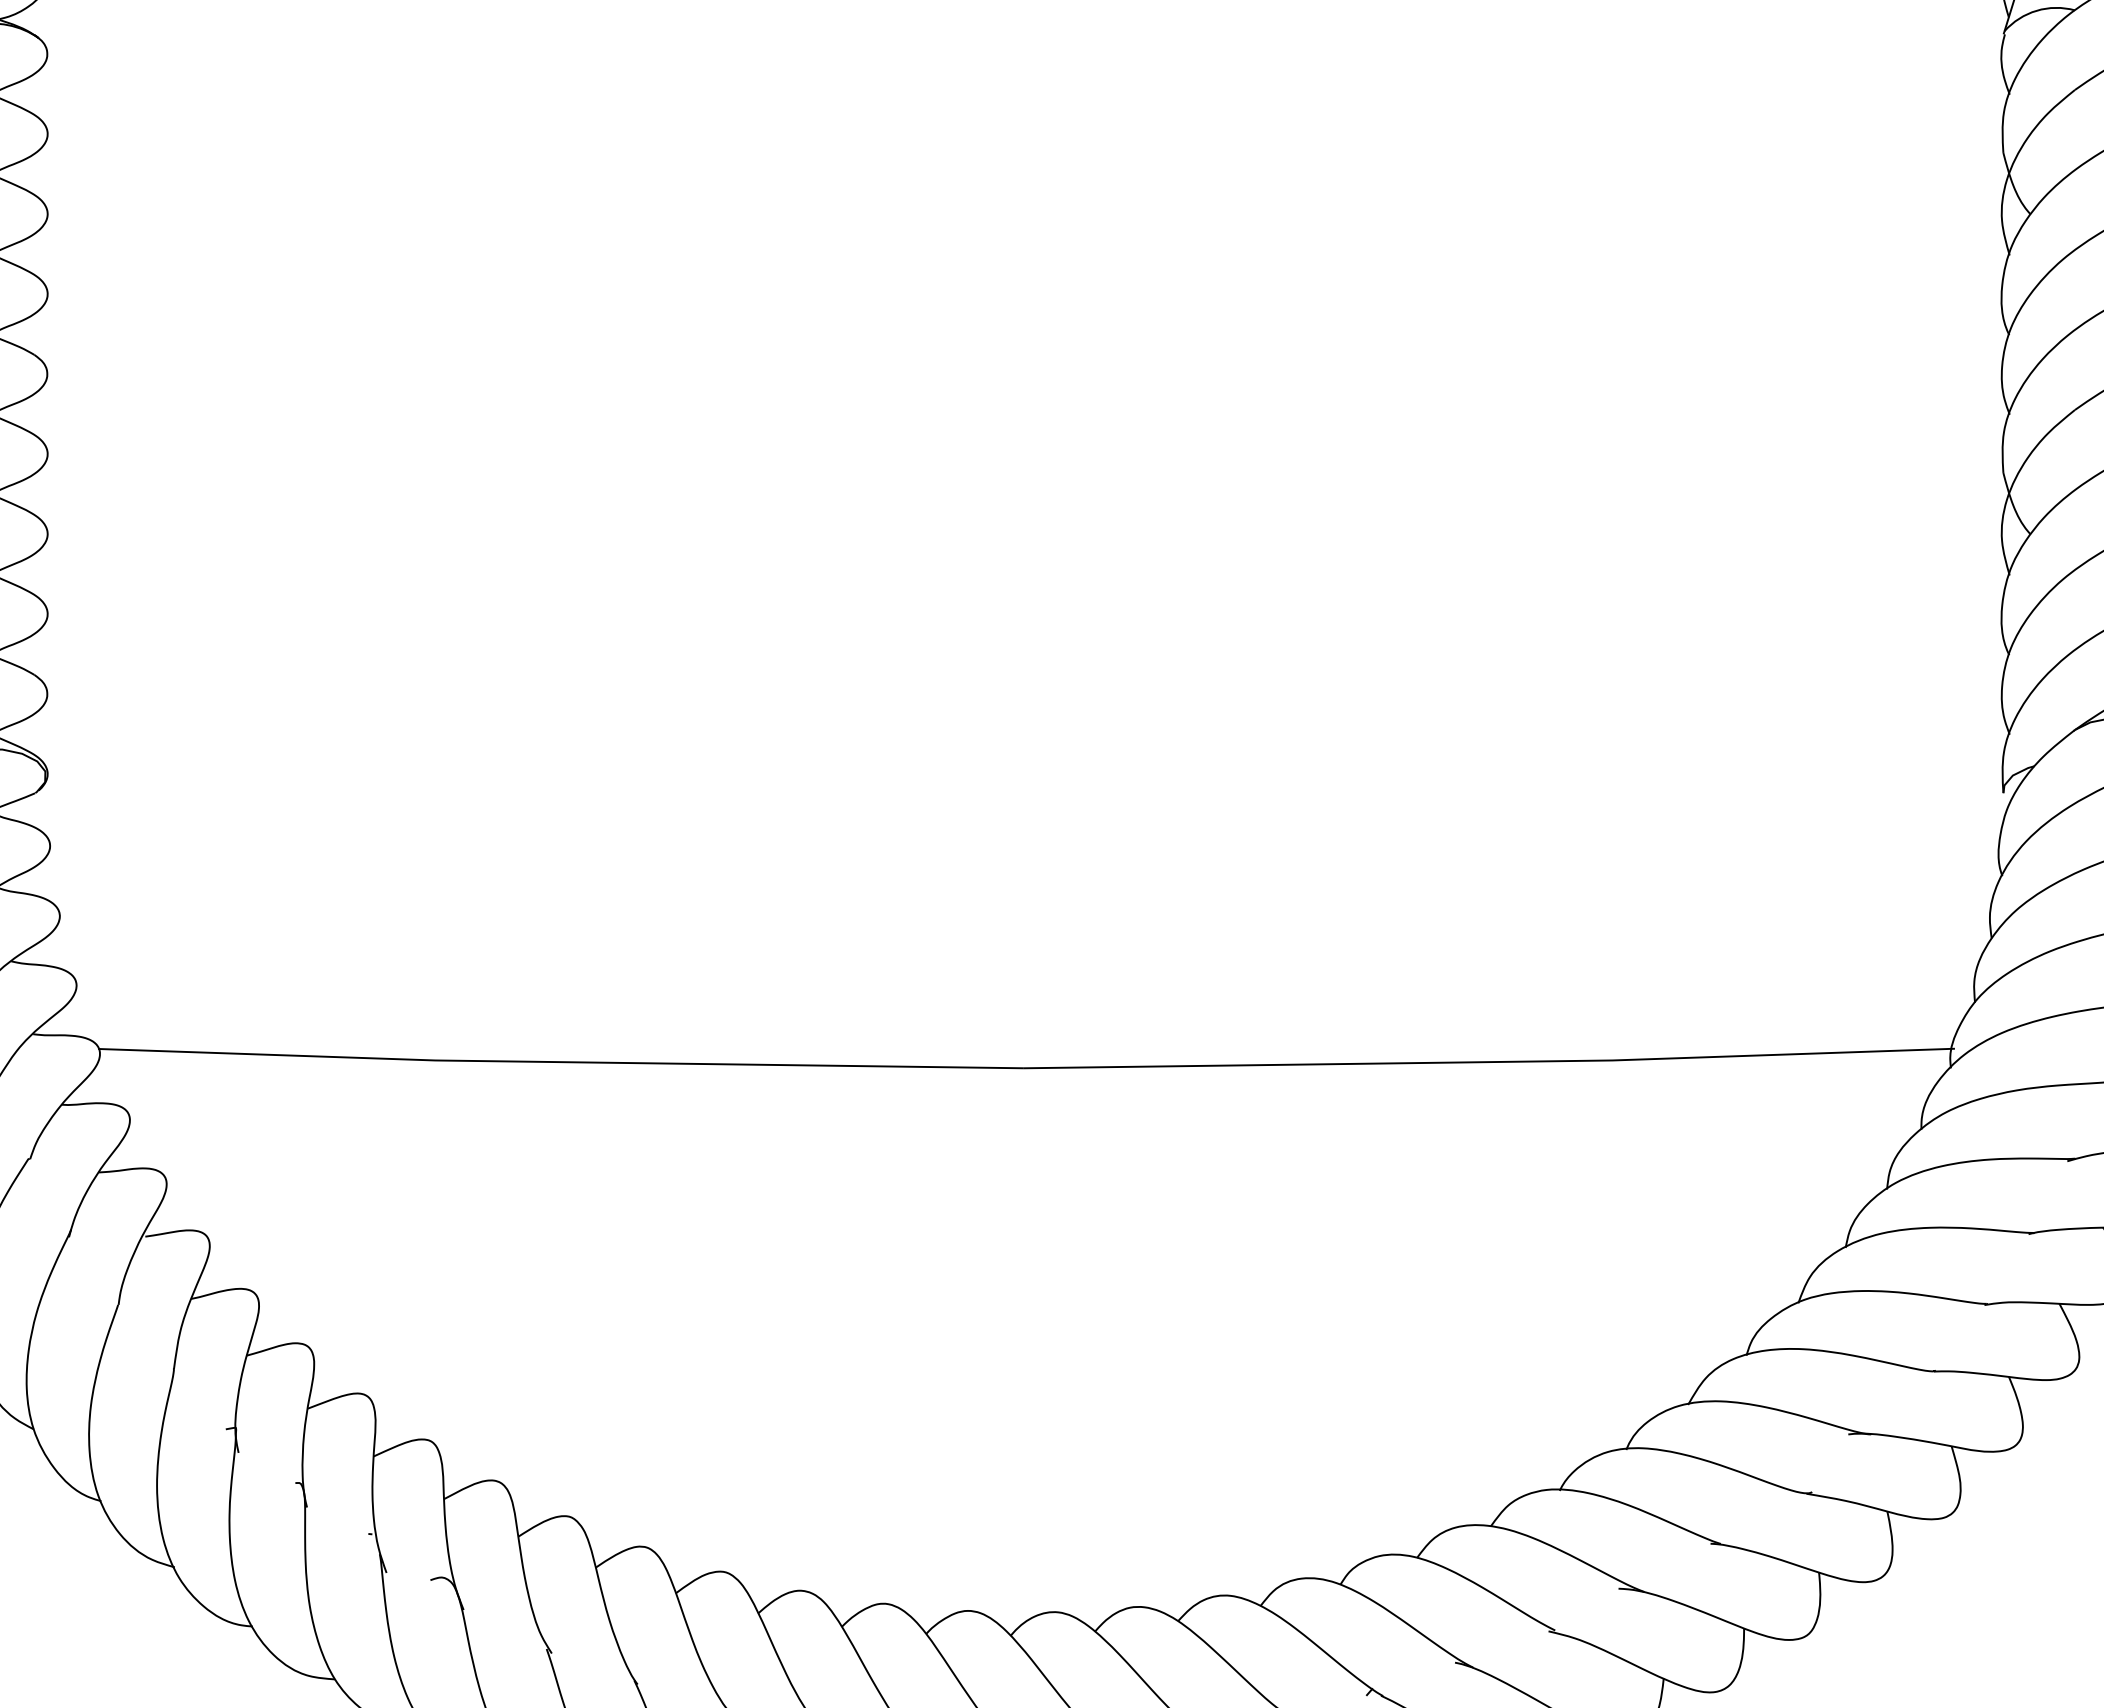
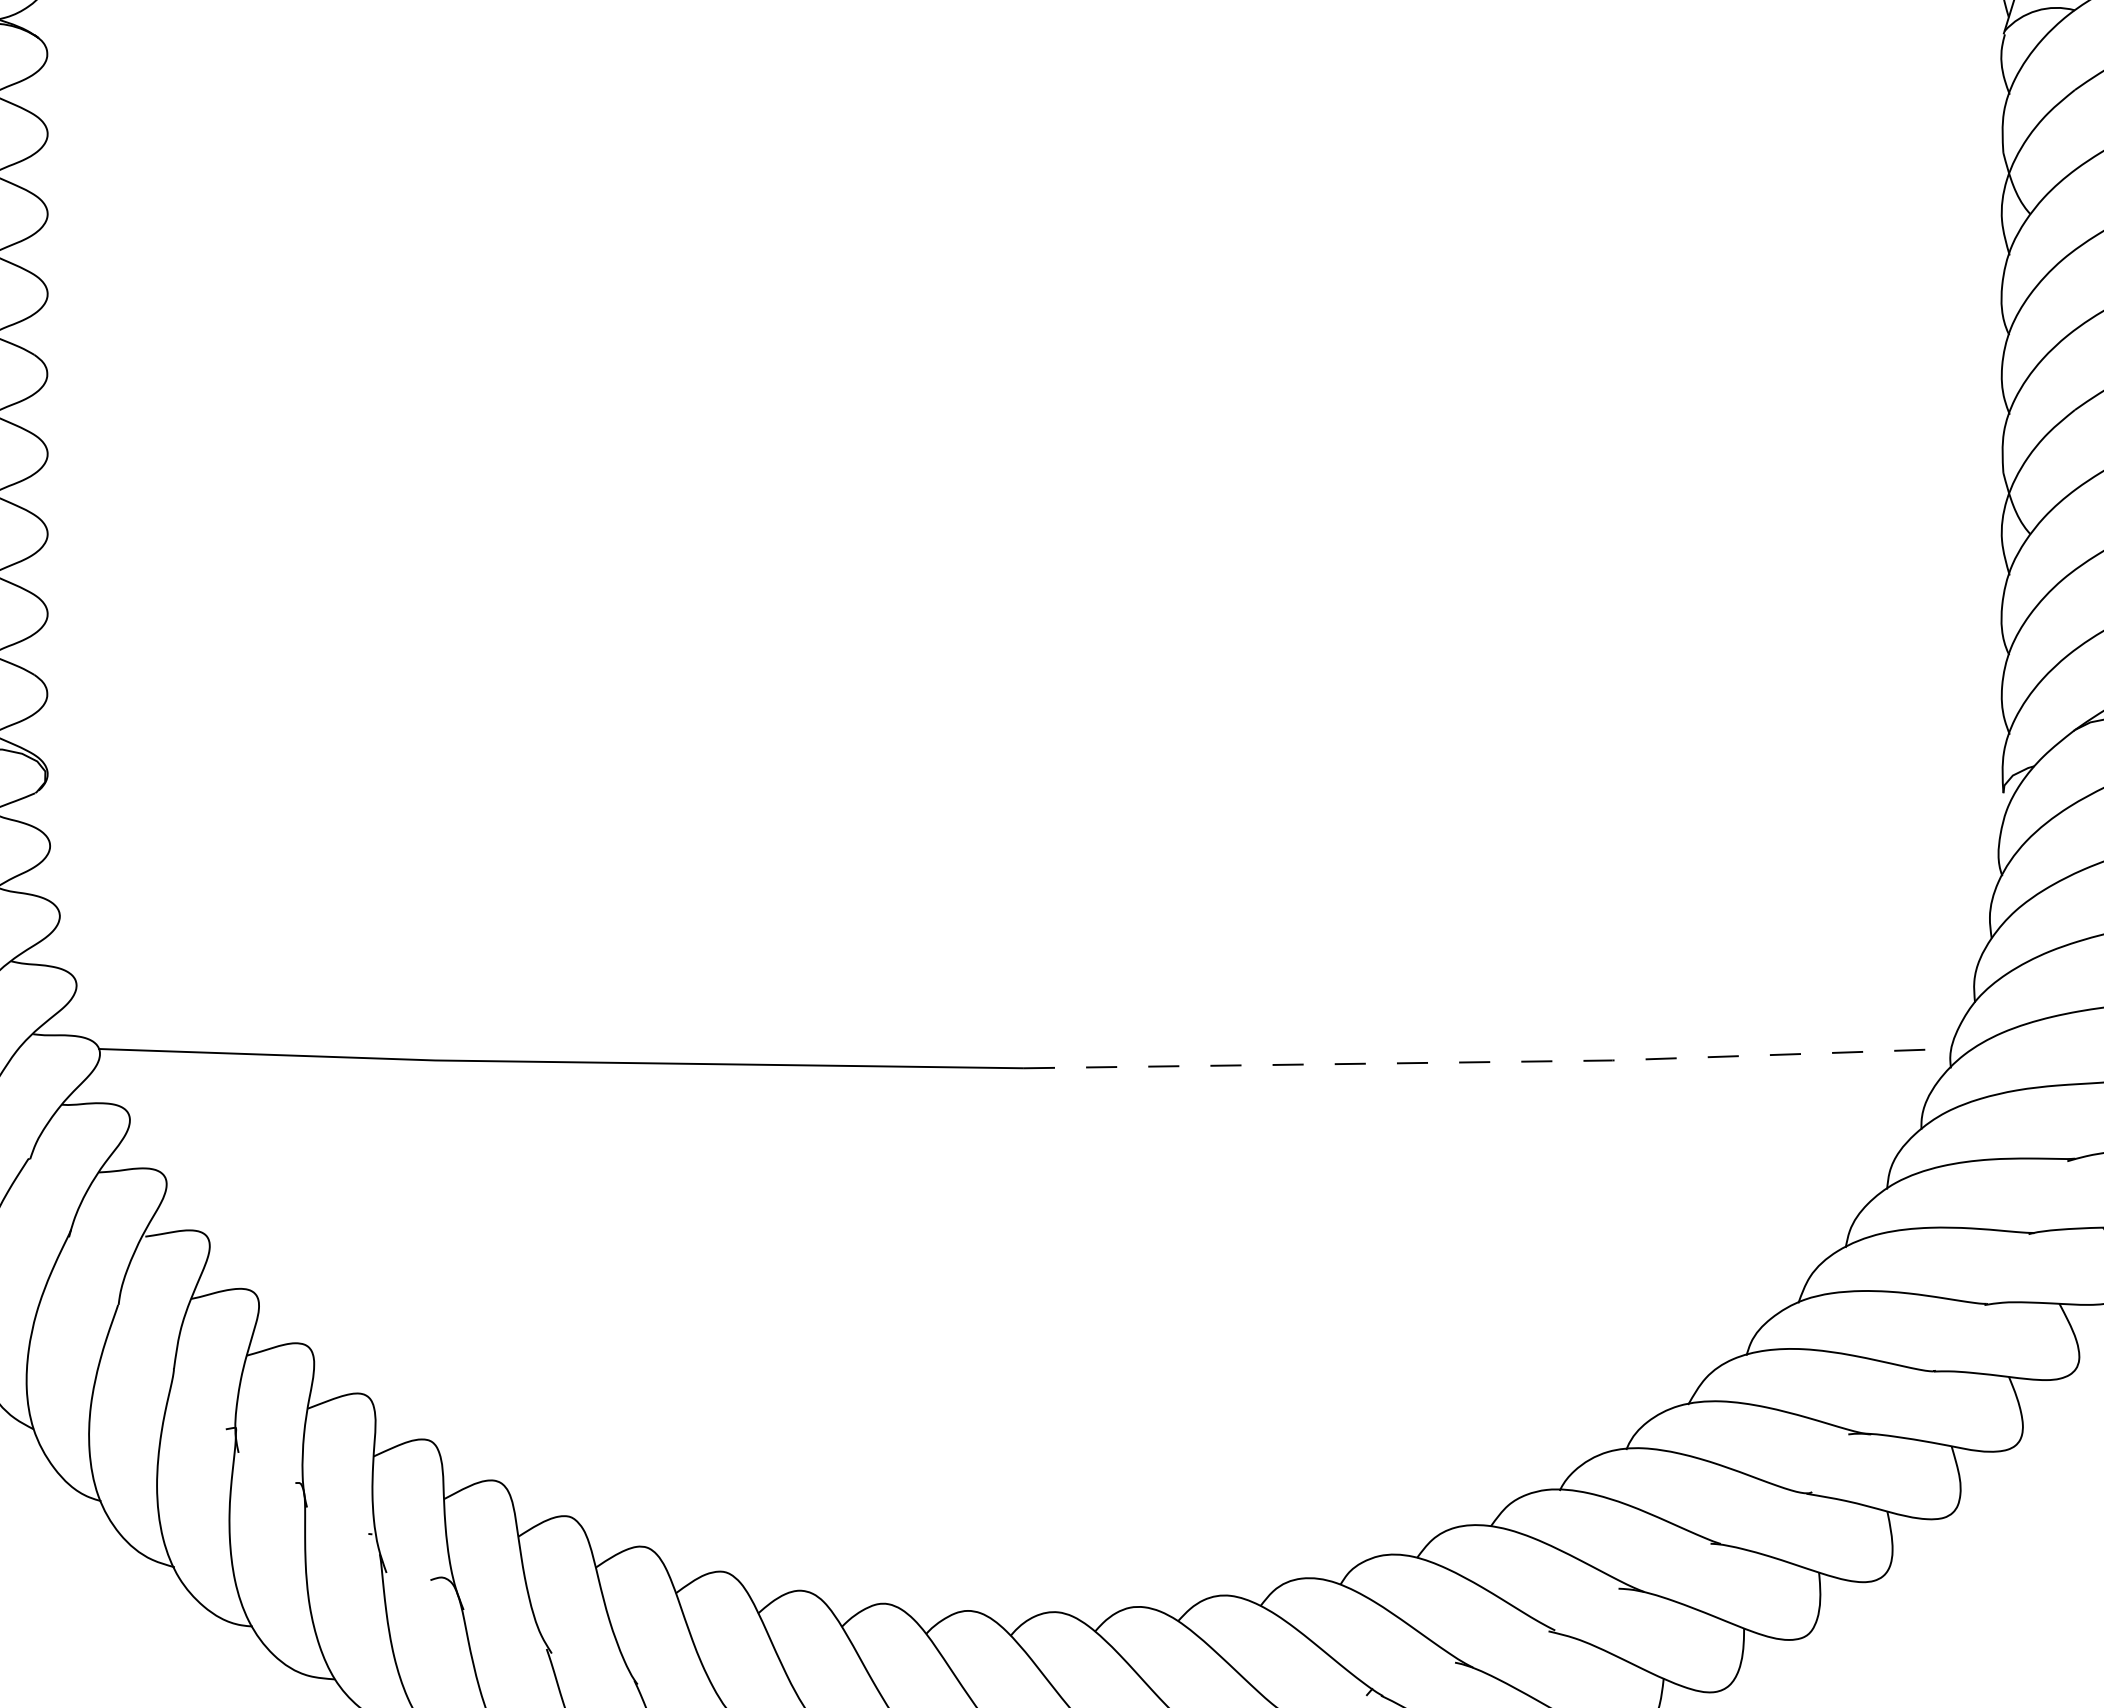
line at (1490, 1062): solid -> dashed
